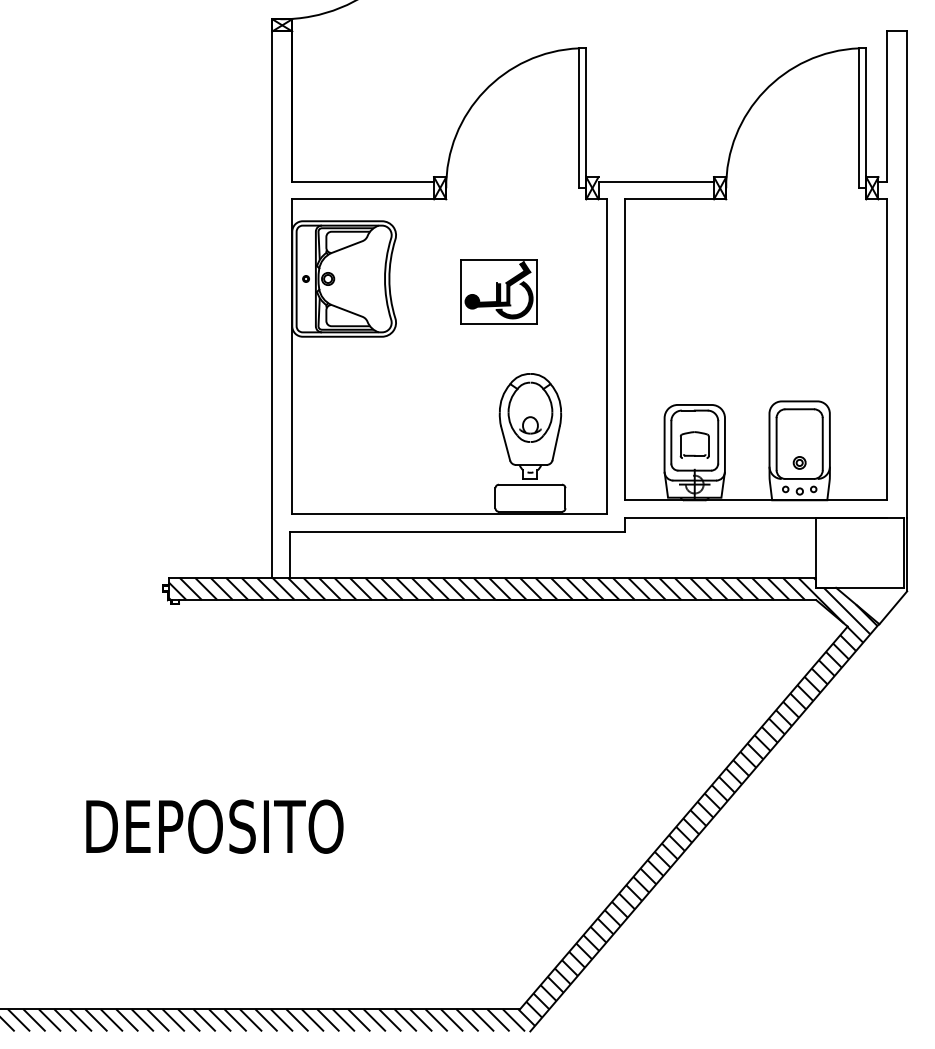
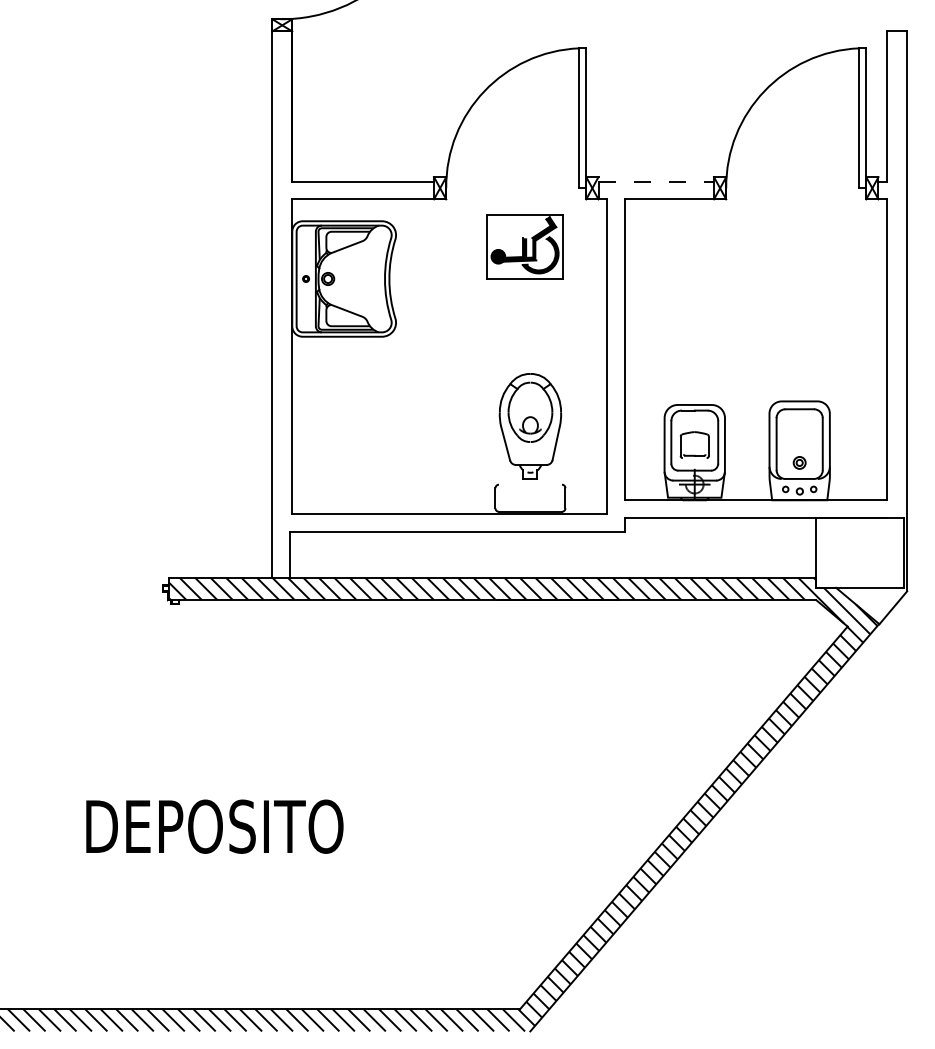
line at (656, 181): solid -> dashed
part at (498, 291) position: (498, 291) -> (524, 246)
line at (529, 484): present -> none
